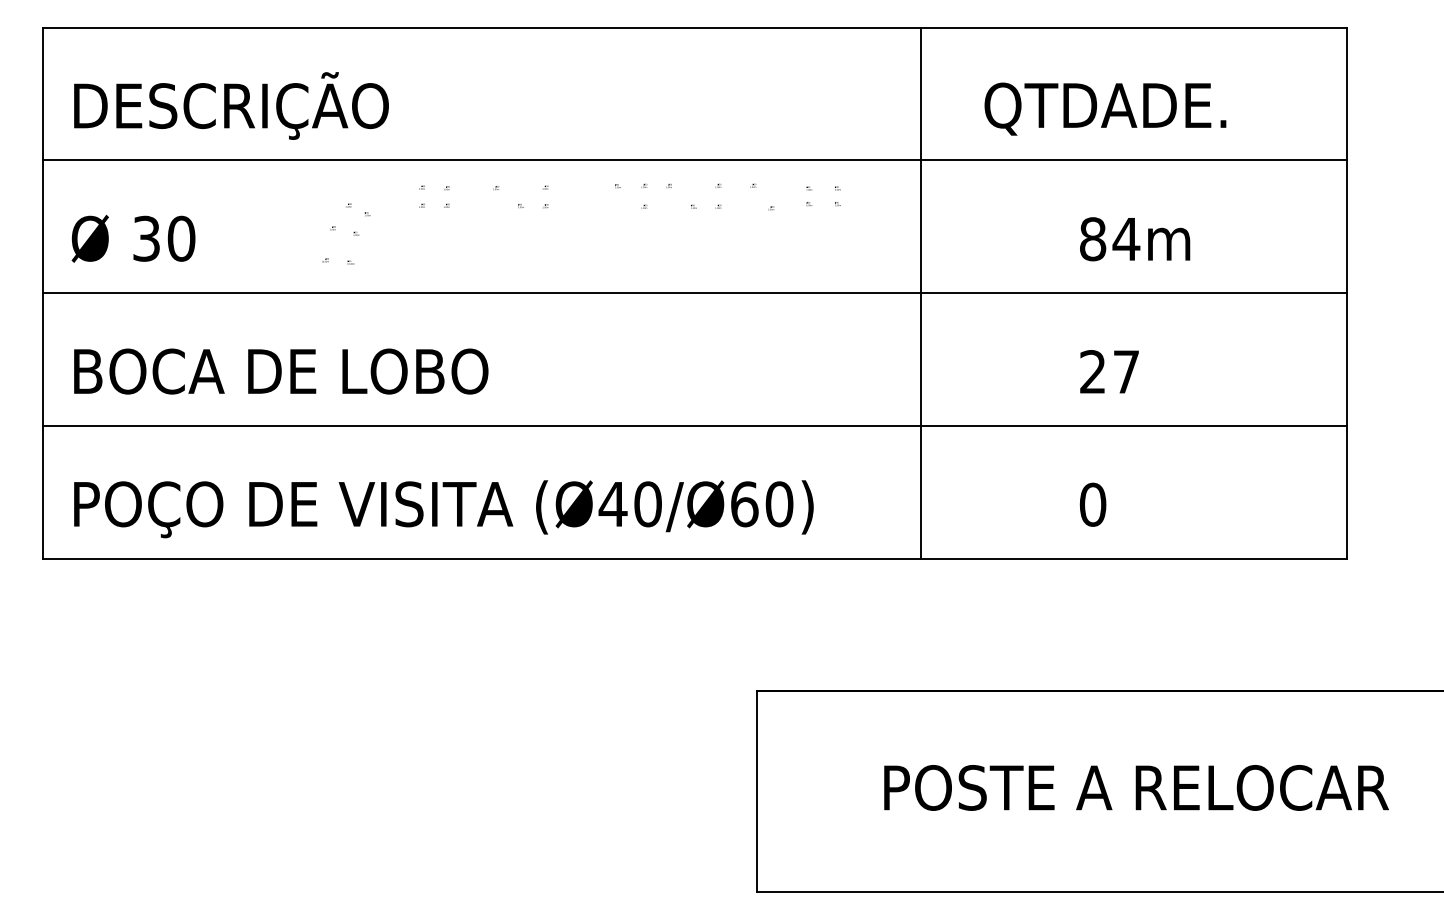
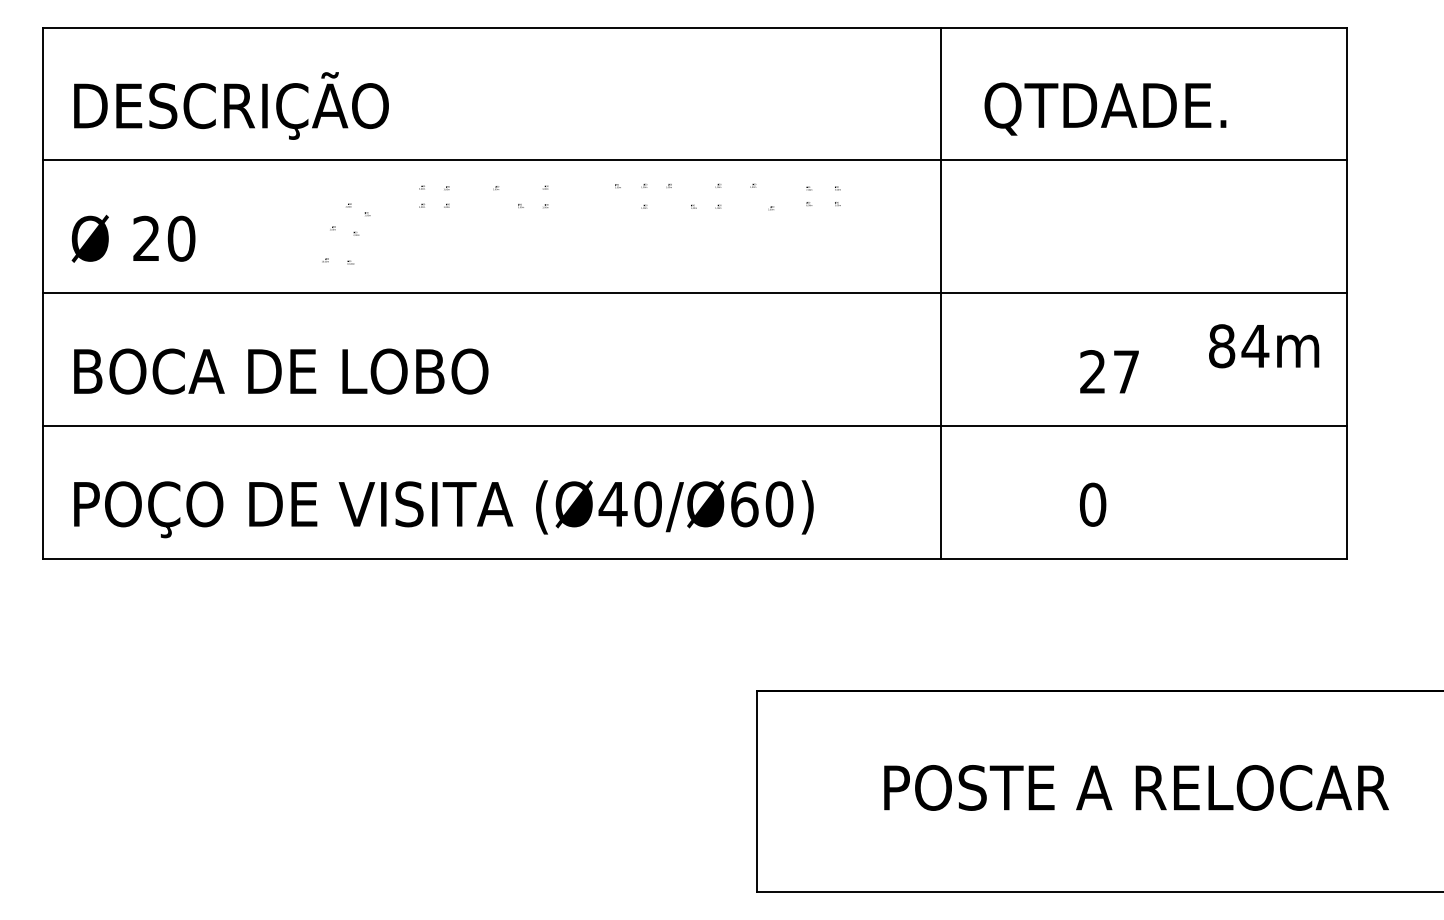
text at (146, 238): 30 -> 20
text at (1135, 239) position: (1135, 239) -> (1264, 346)
line at (920, 292) position: (920, 292) -> (940, 292)
